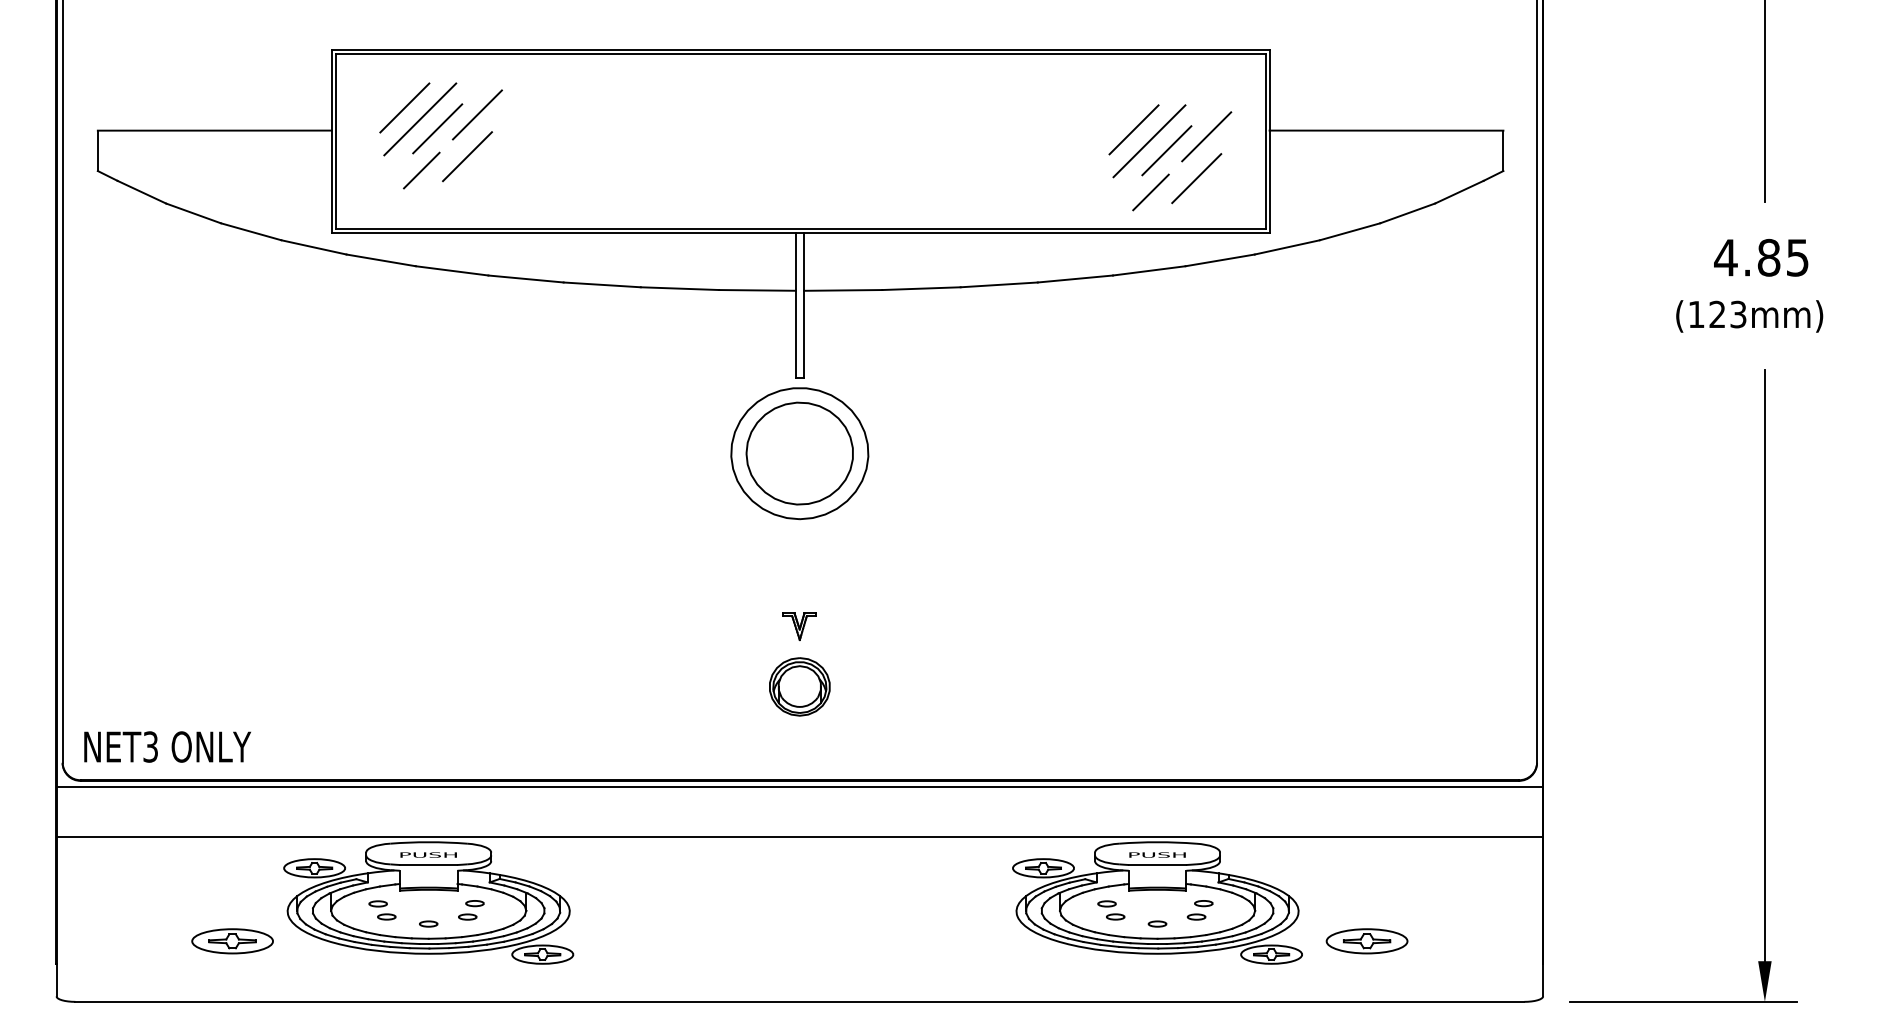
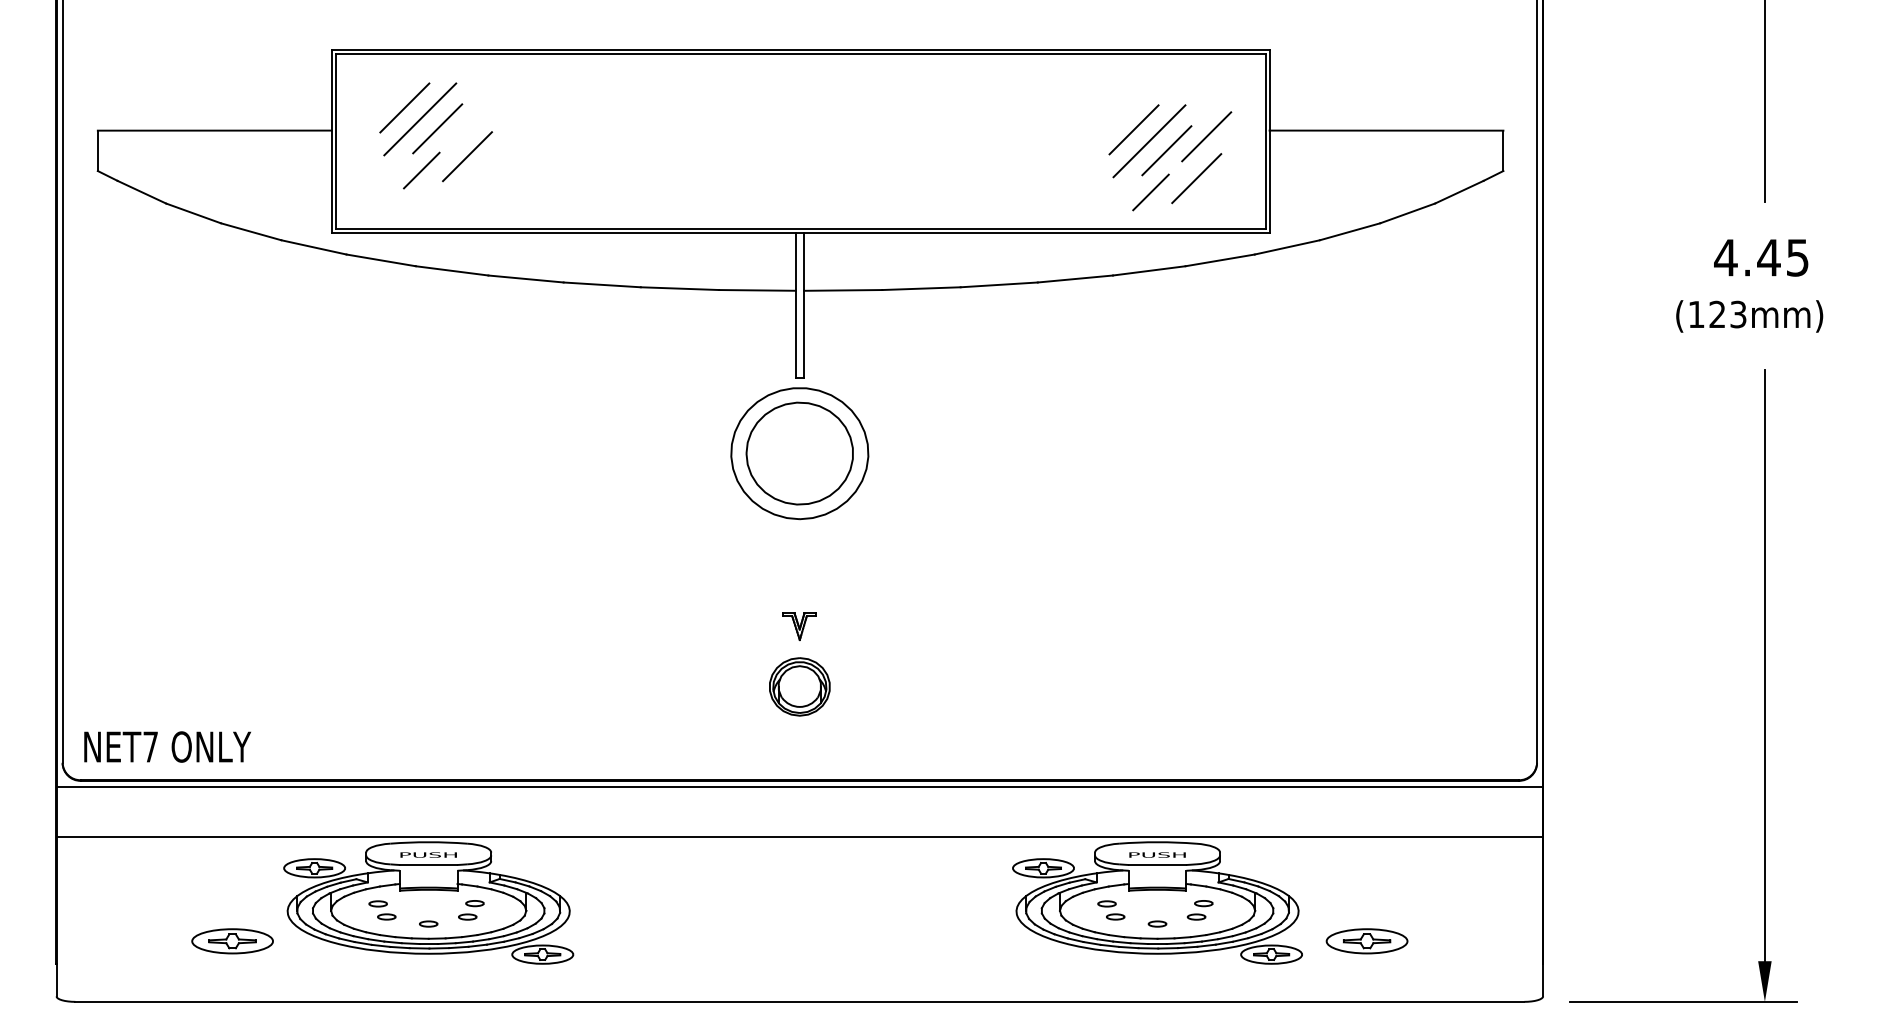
line at (477, 114): present -> none
text at (1768, 257): 4.85 -> 4.45
text at (150, 746): NET3 -> NET7
